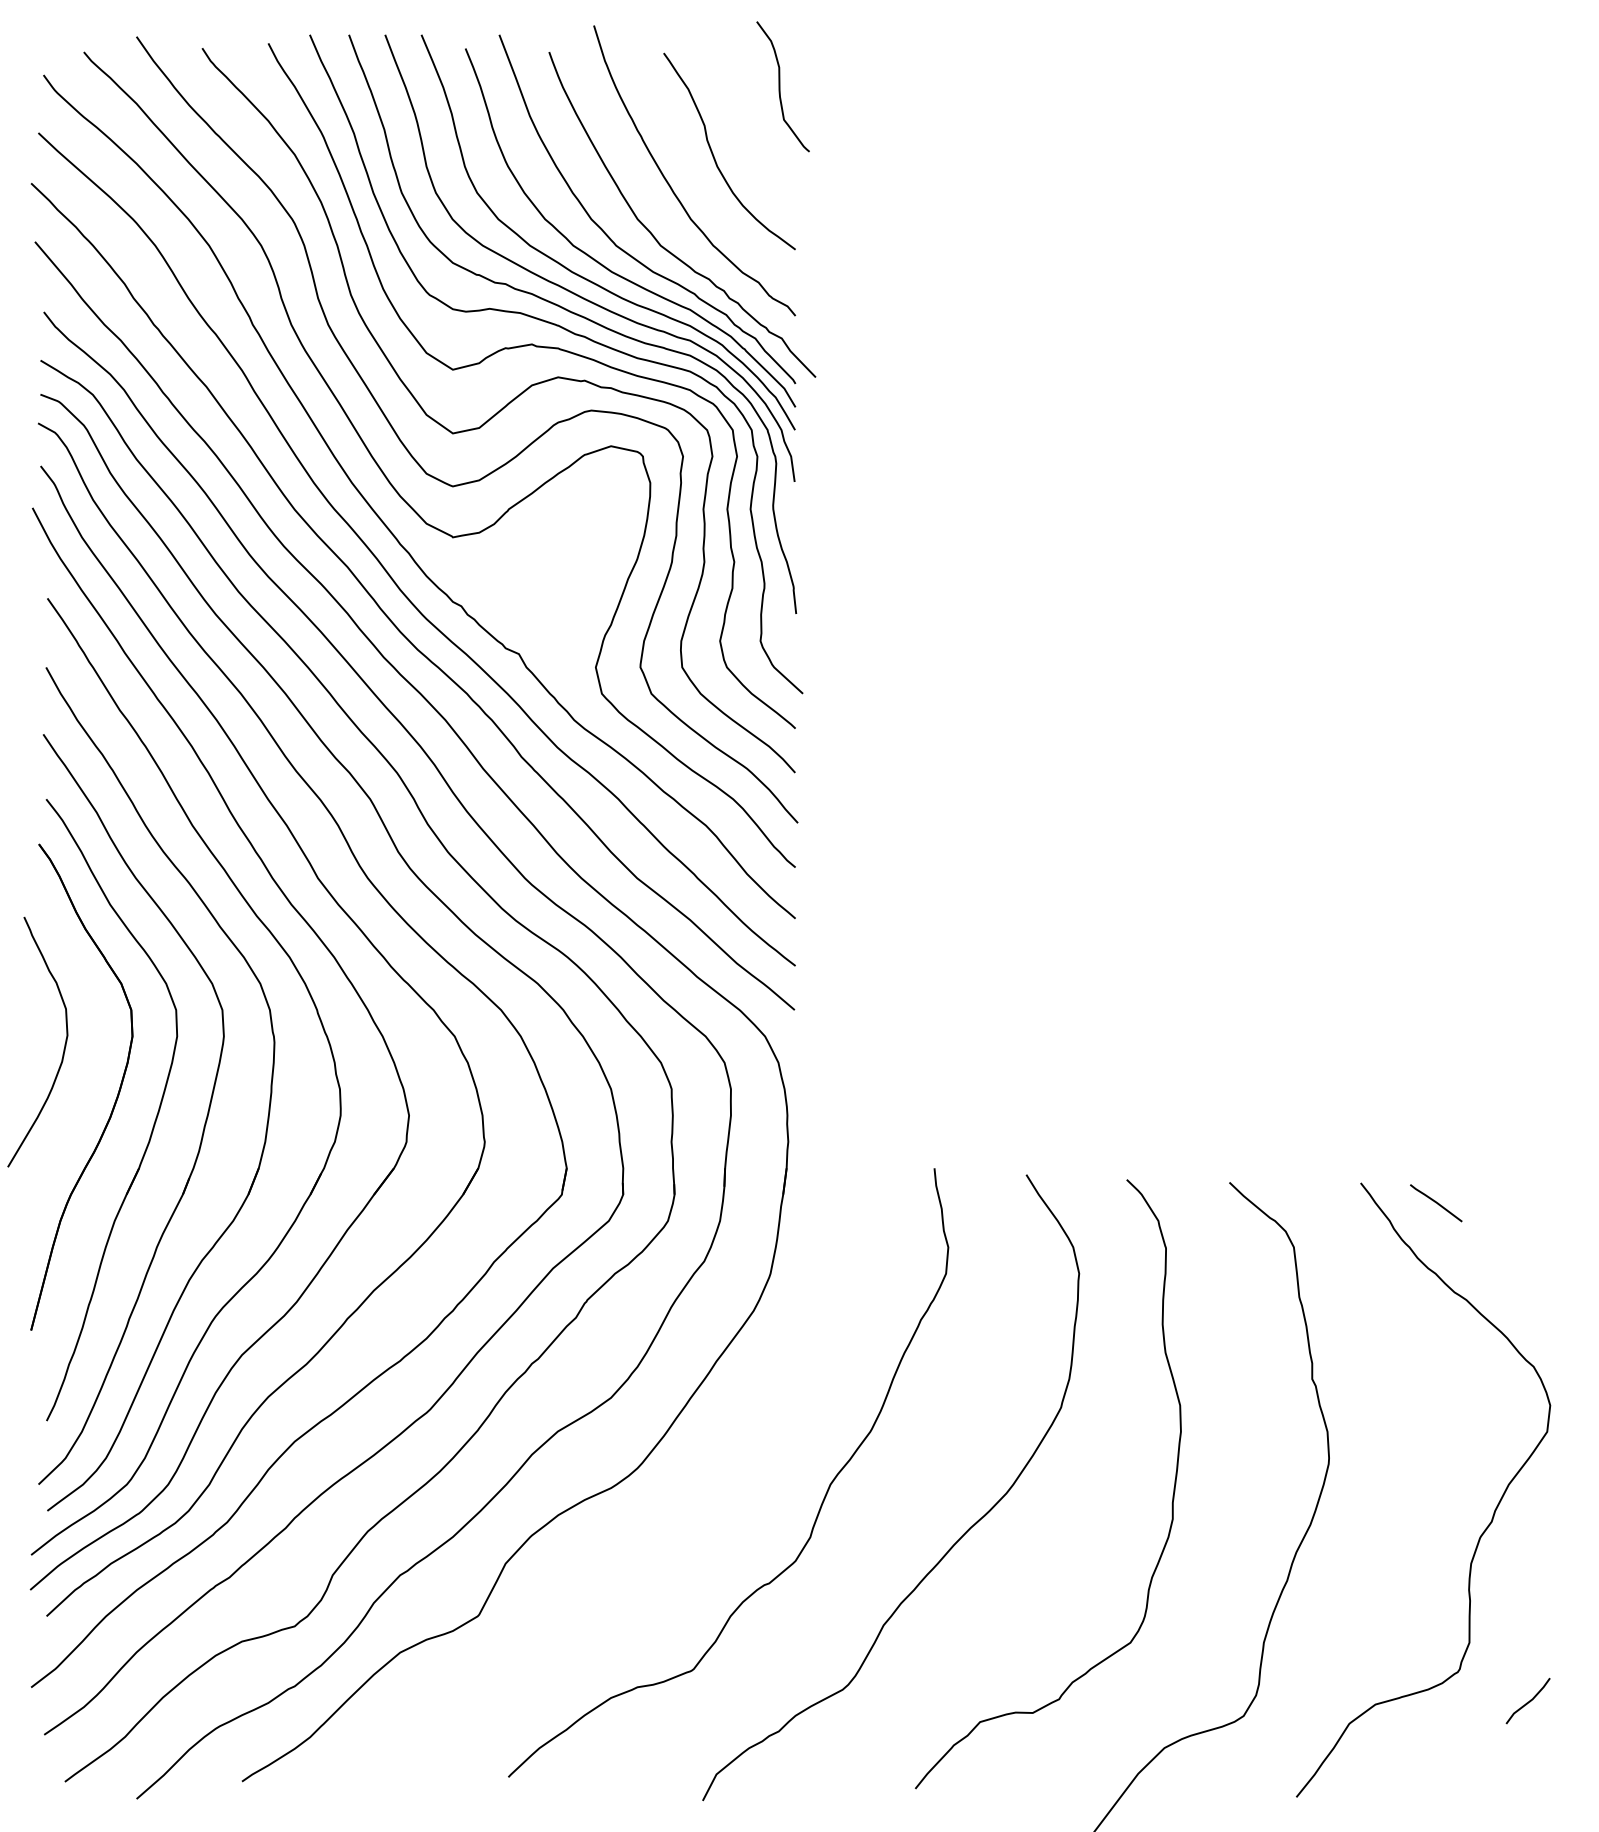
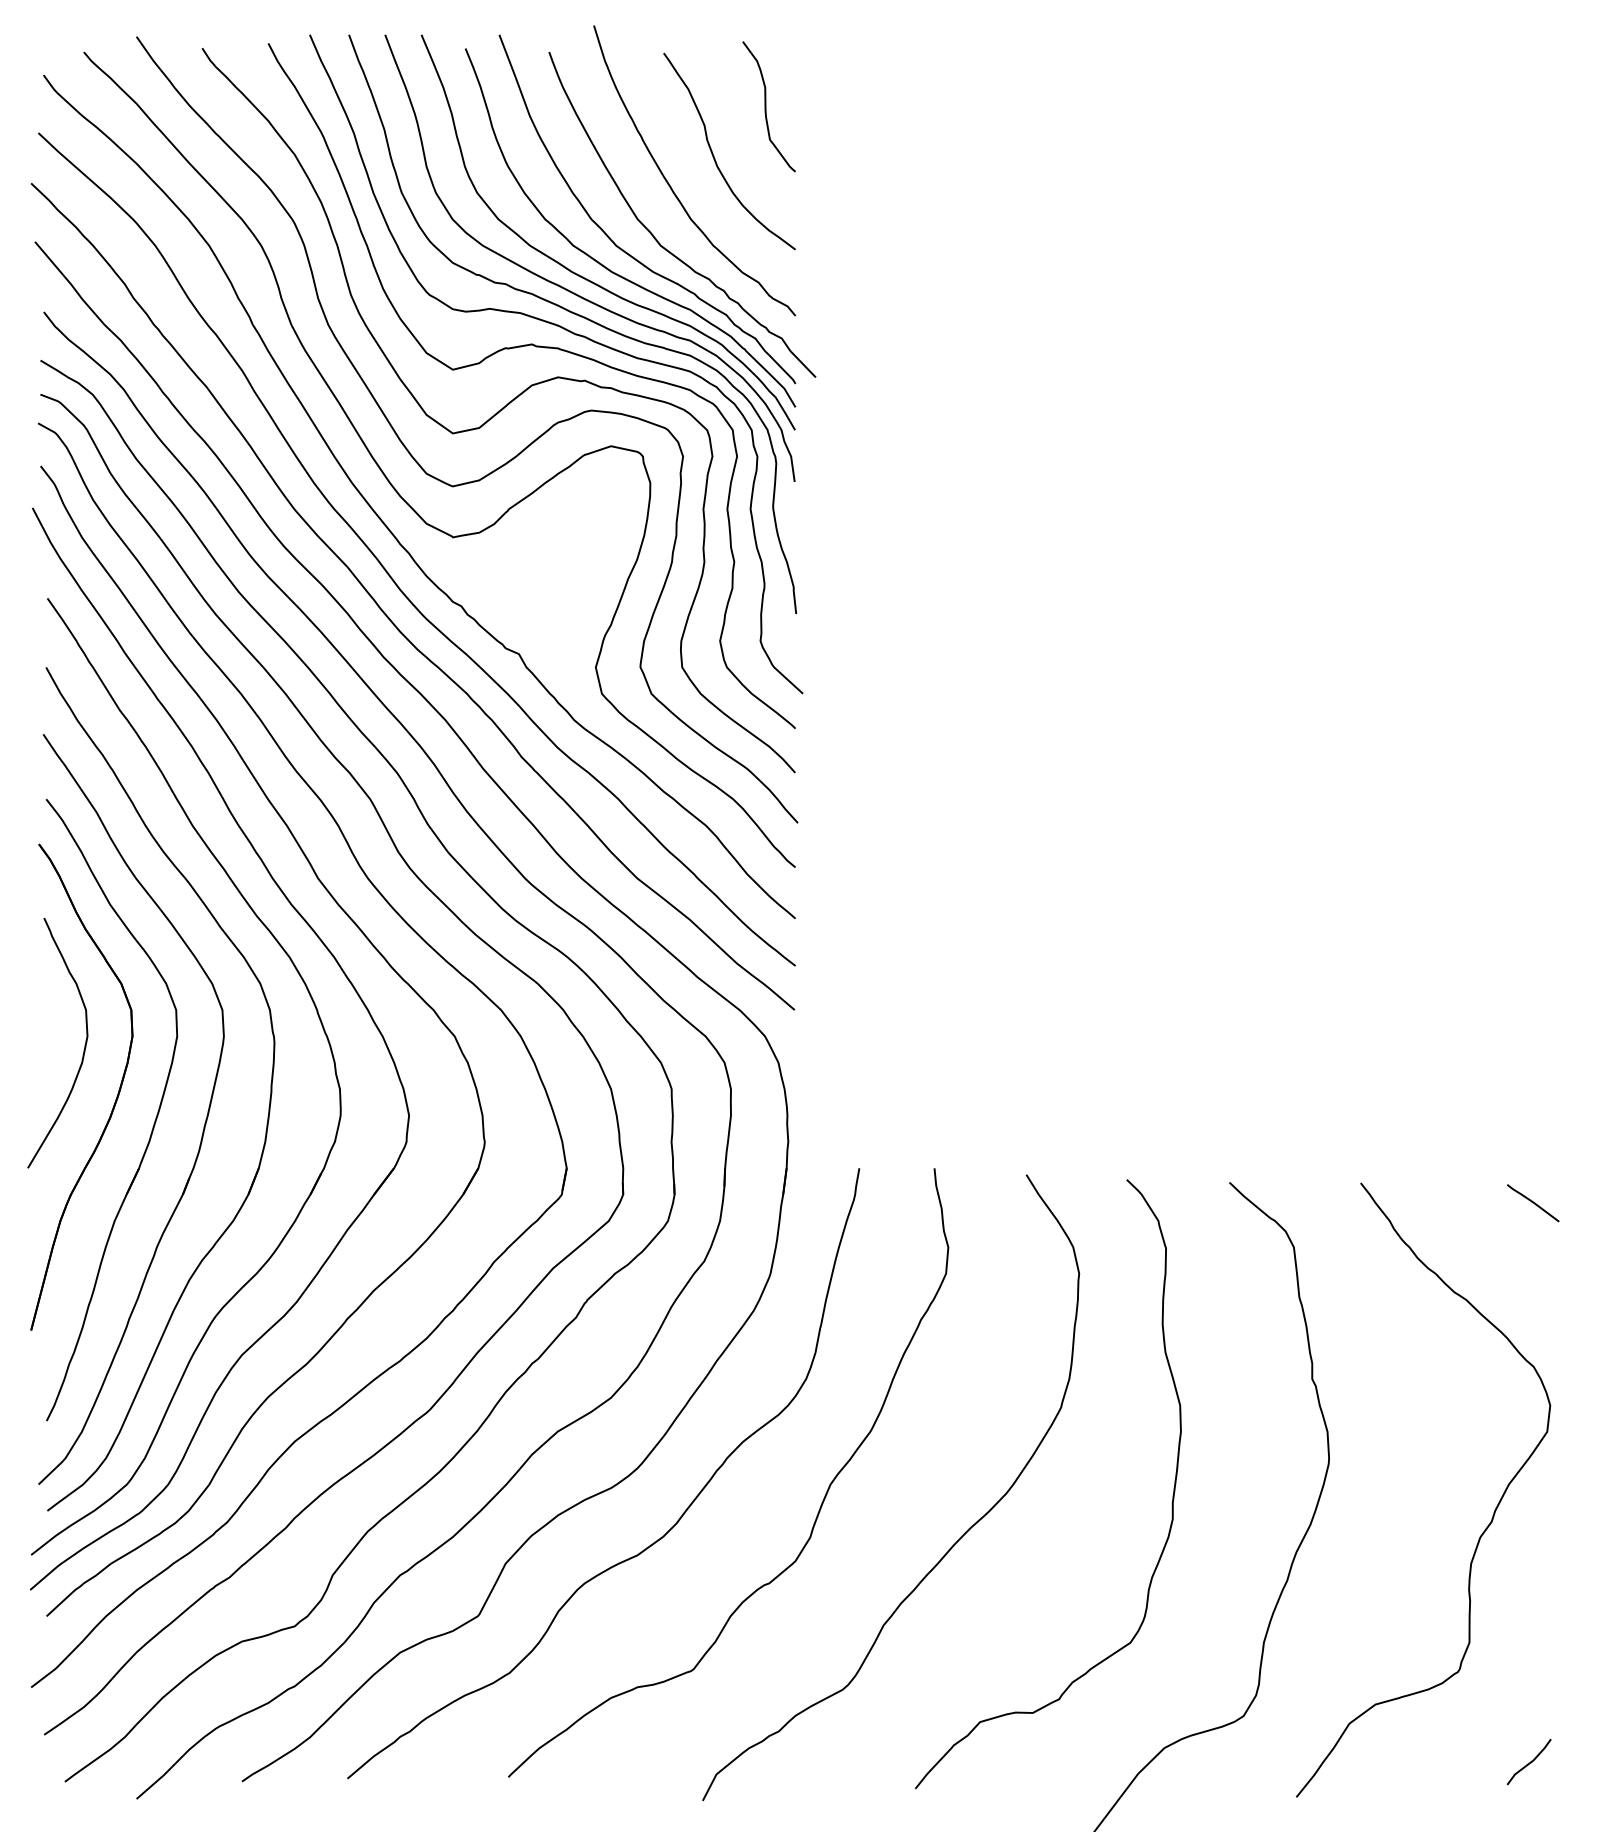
curve at (780, 86) position: (780, 86) -> (766, 106)
curve at (64, 1044) position: (64, 1044) -> (84, 1045)
line at (1436, 1203) position: (1436, 1203) -> (1533, 1203)
curve at (654, 1541): none -> present
line at (1528, 1701) position: (1528, 1701) -> (1529, 1762)
